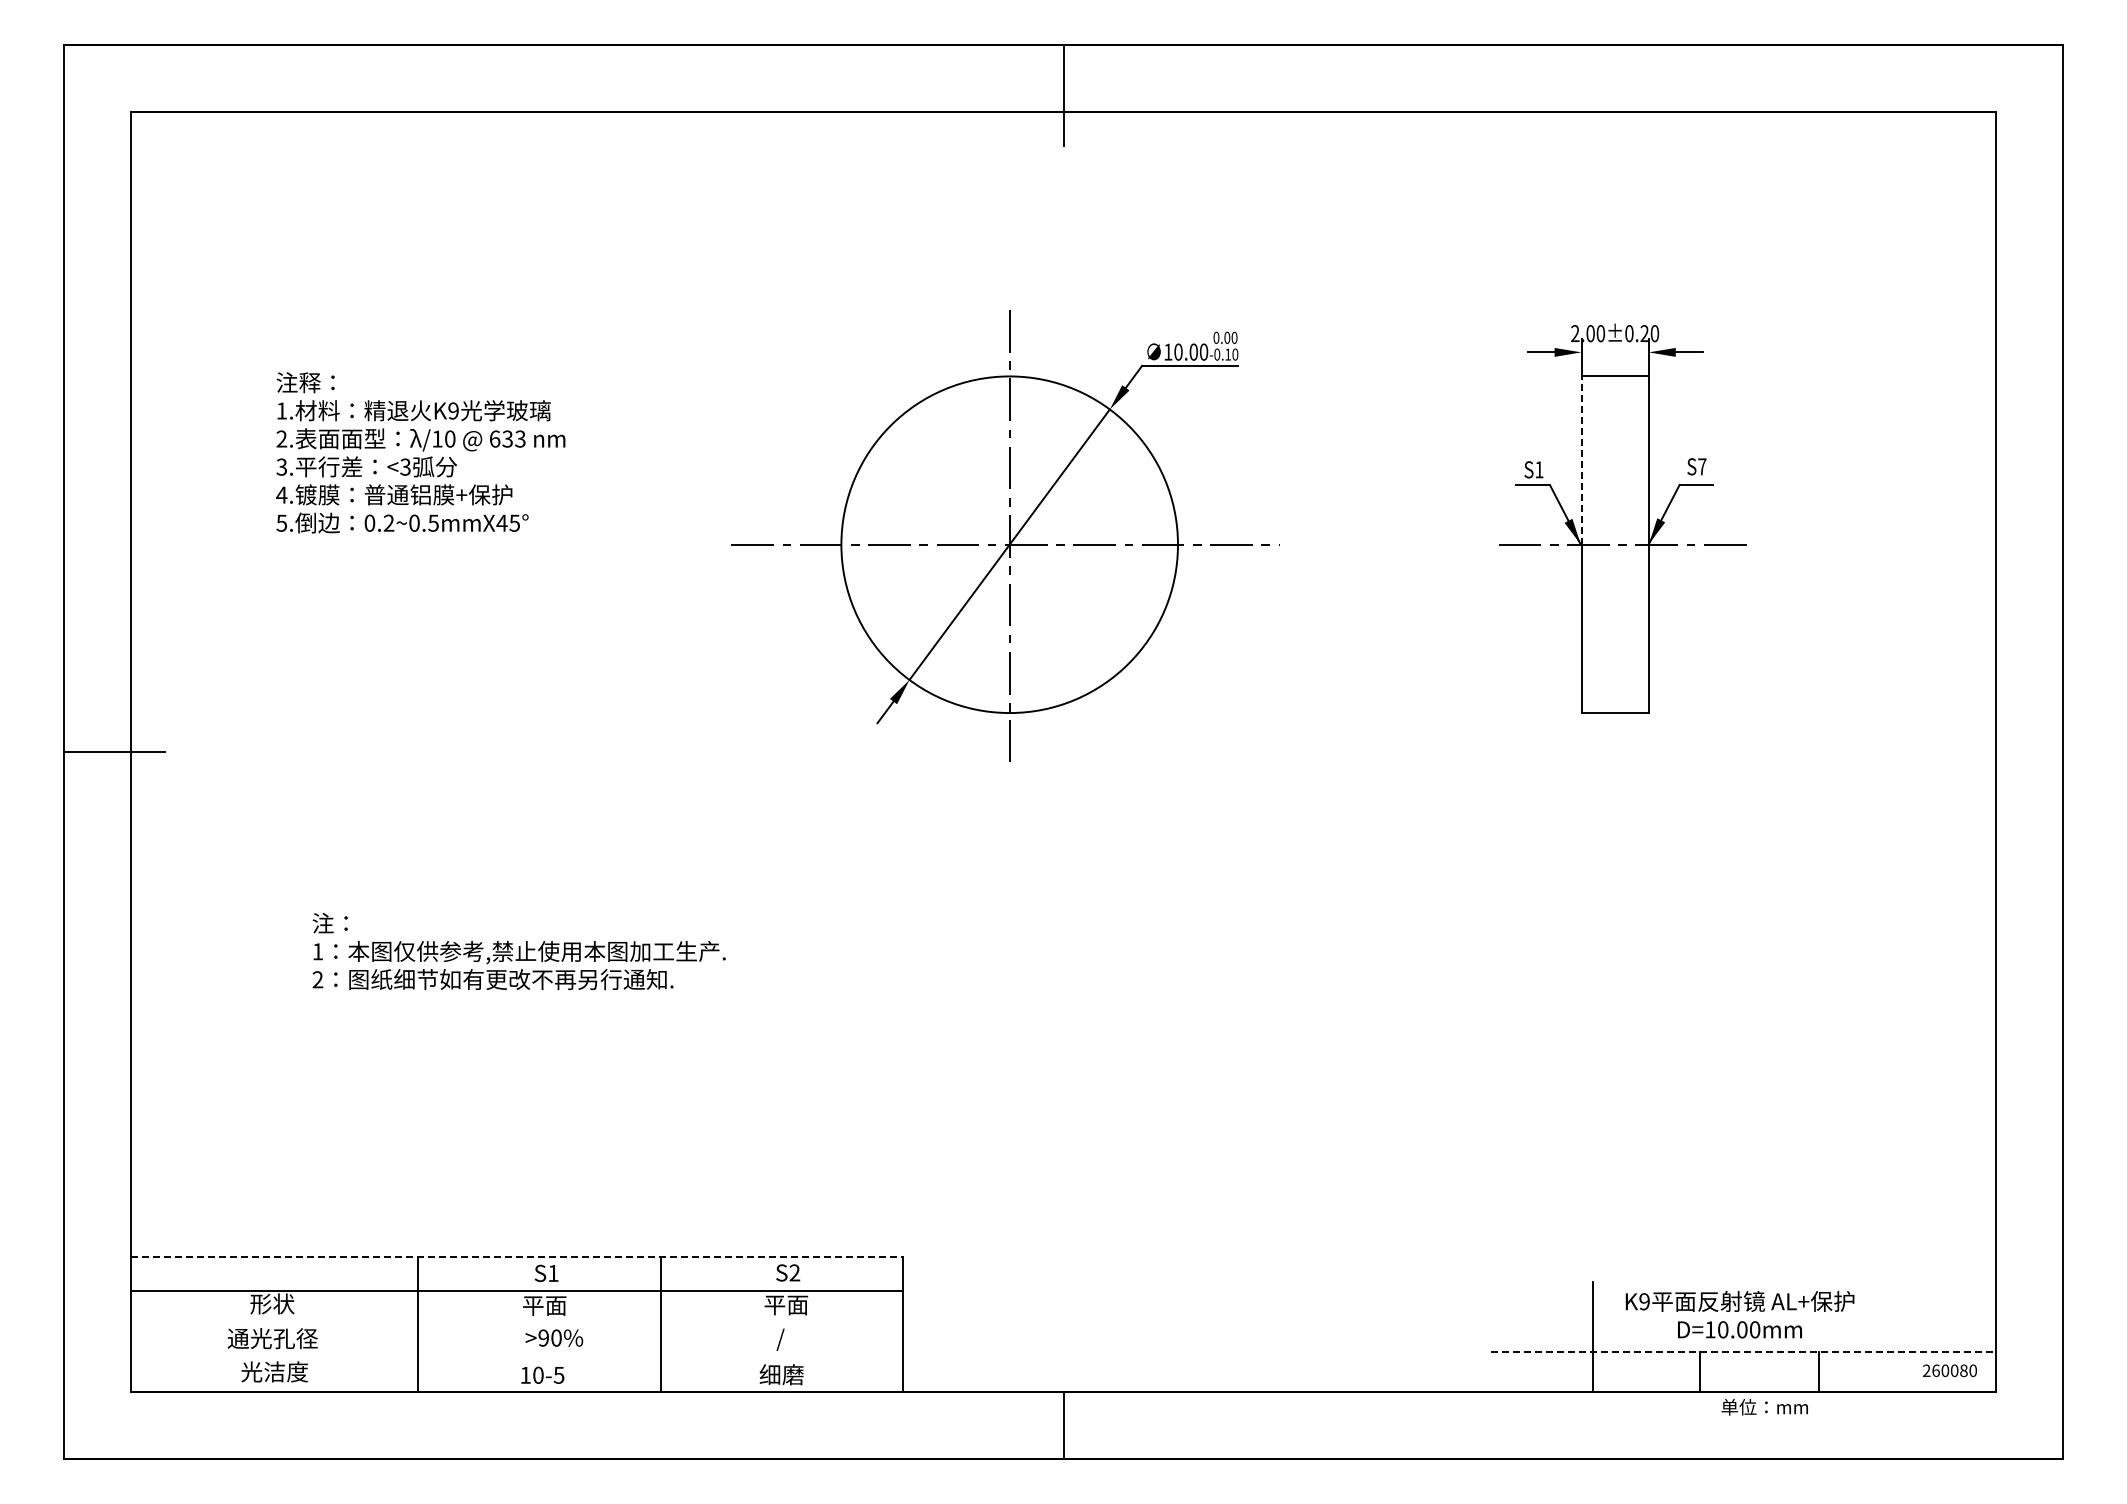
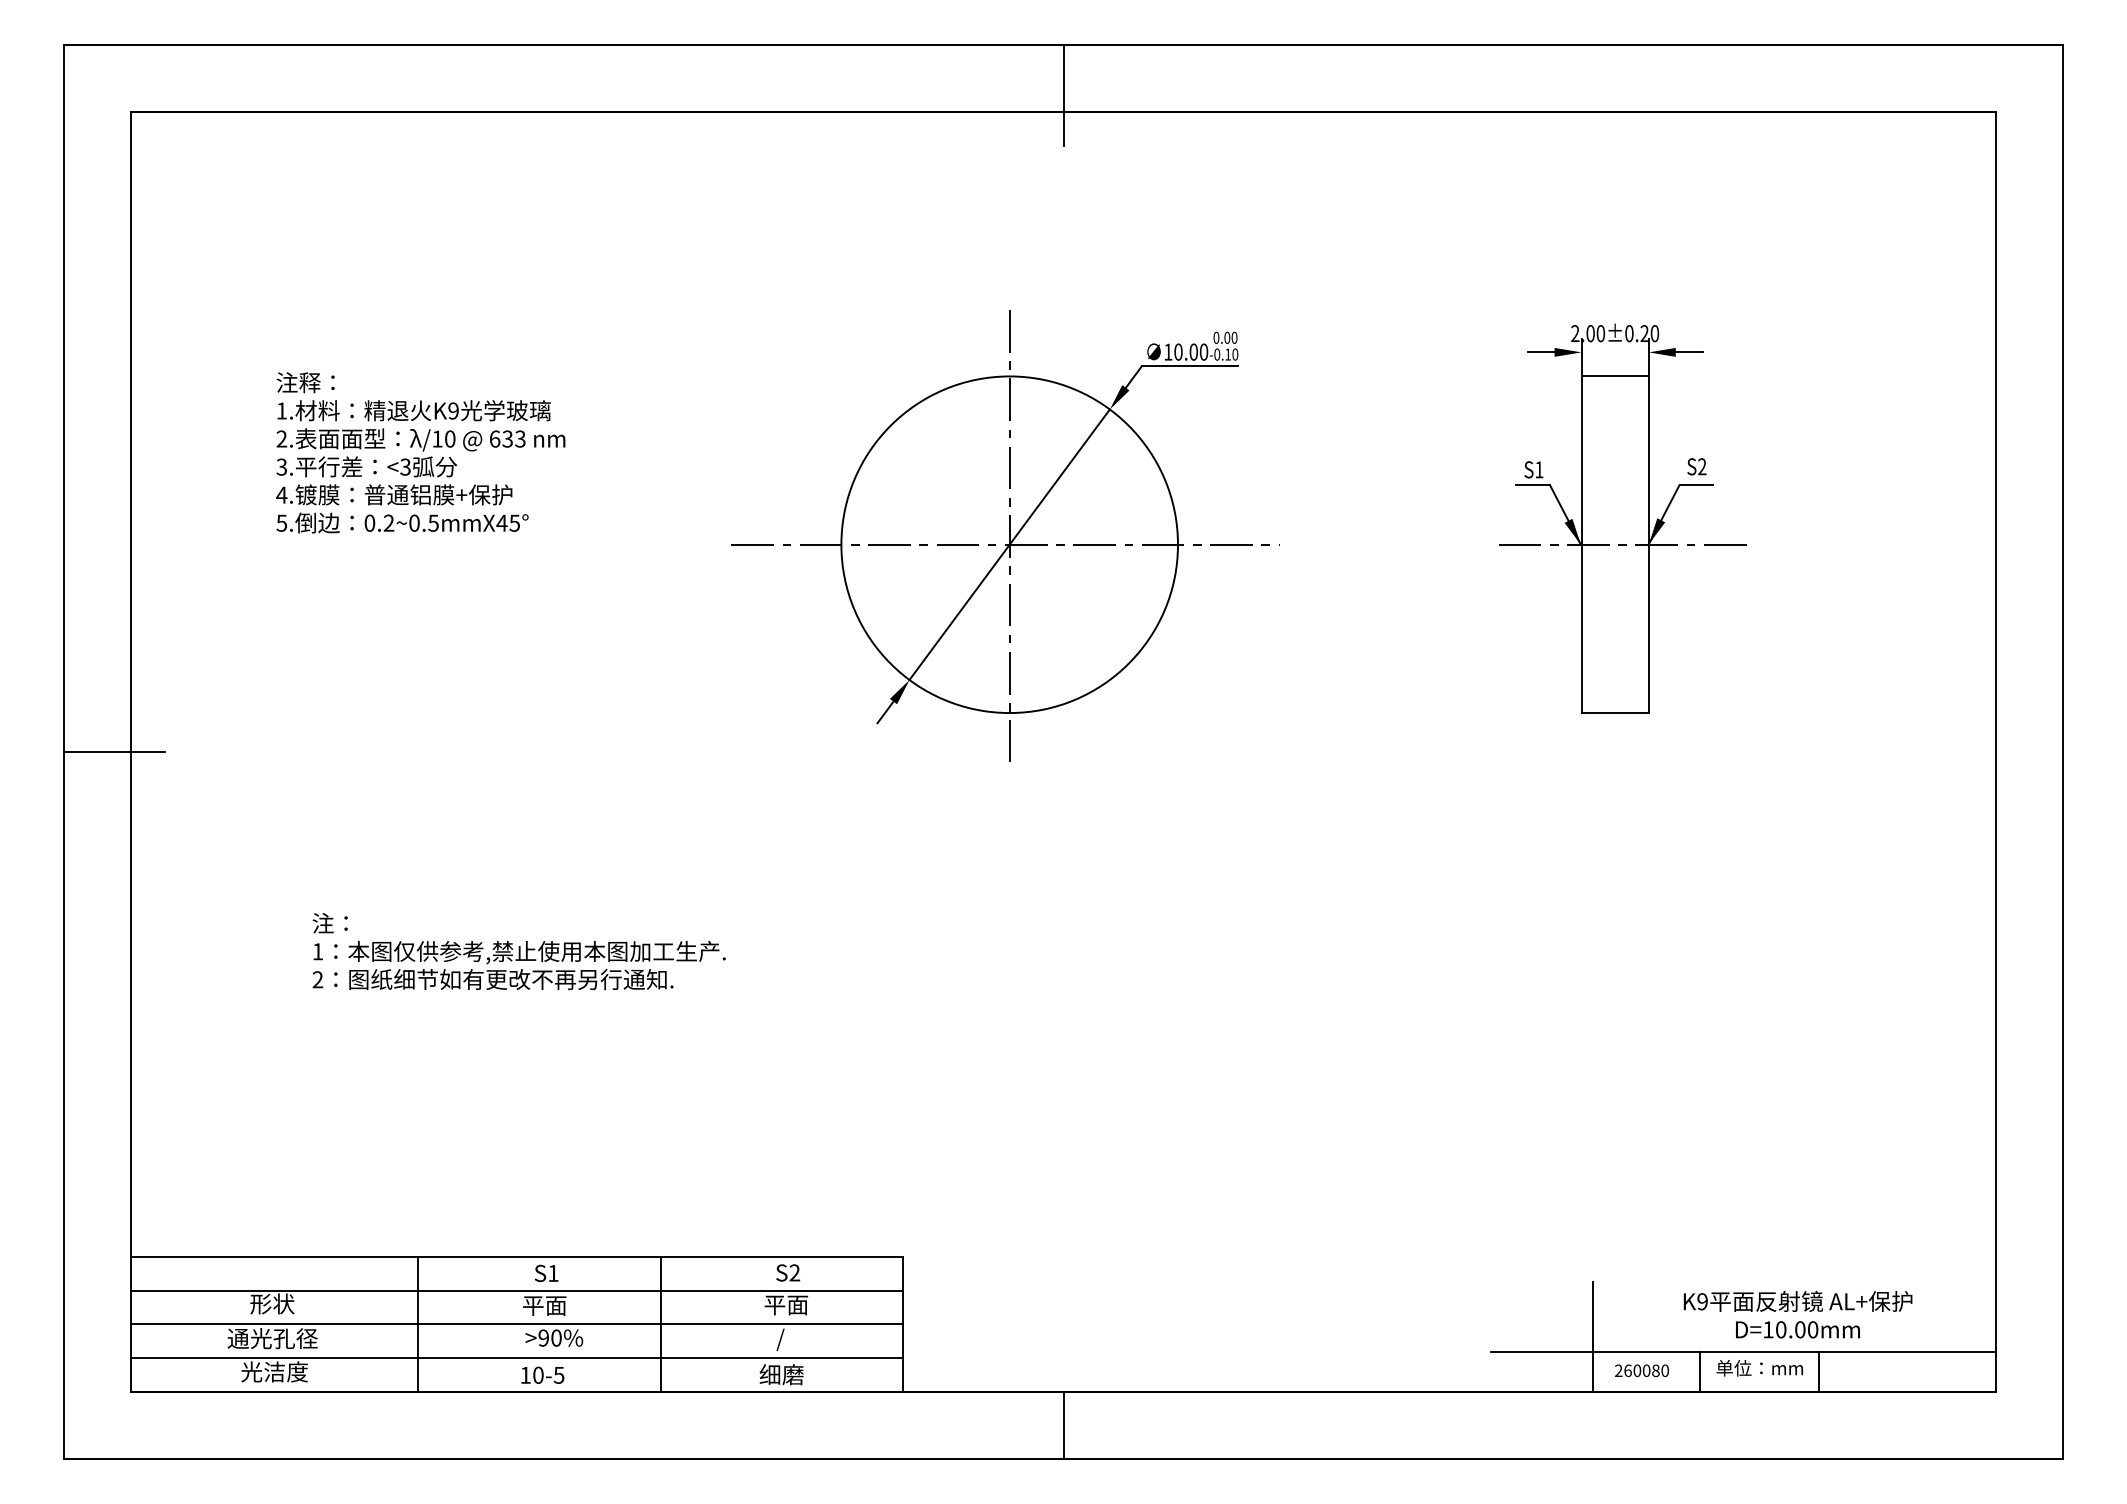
line at (1581, 460): dashed -> solid
text at (1702, 466): S7 -> S2
line at (517, 1256): dashed -> solid
text at (1739, 1314) position: (1739, 1314) -> (1797, 1314)
line at (516, 1324): none -> present
line at (1743, 1352): dashed -> solid
line at (516, 1357): none -> present
text at (1949, 1370) position: (1949, 1370) -> (1641, 1370)
text at (1764, 1407) position: (1764, 1407) -> (1759, 1368)
